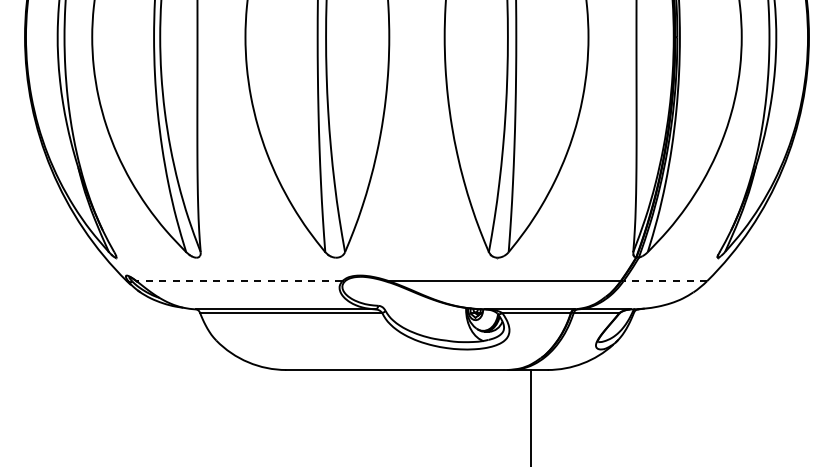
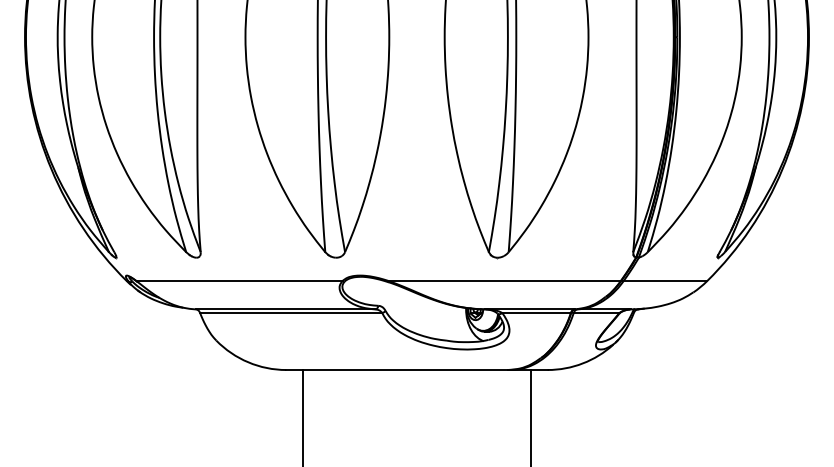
line at (239, 281): dashed -> solid
line at (665, 281): dashed -> solid
line at (302, 416): none -> present
